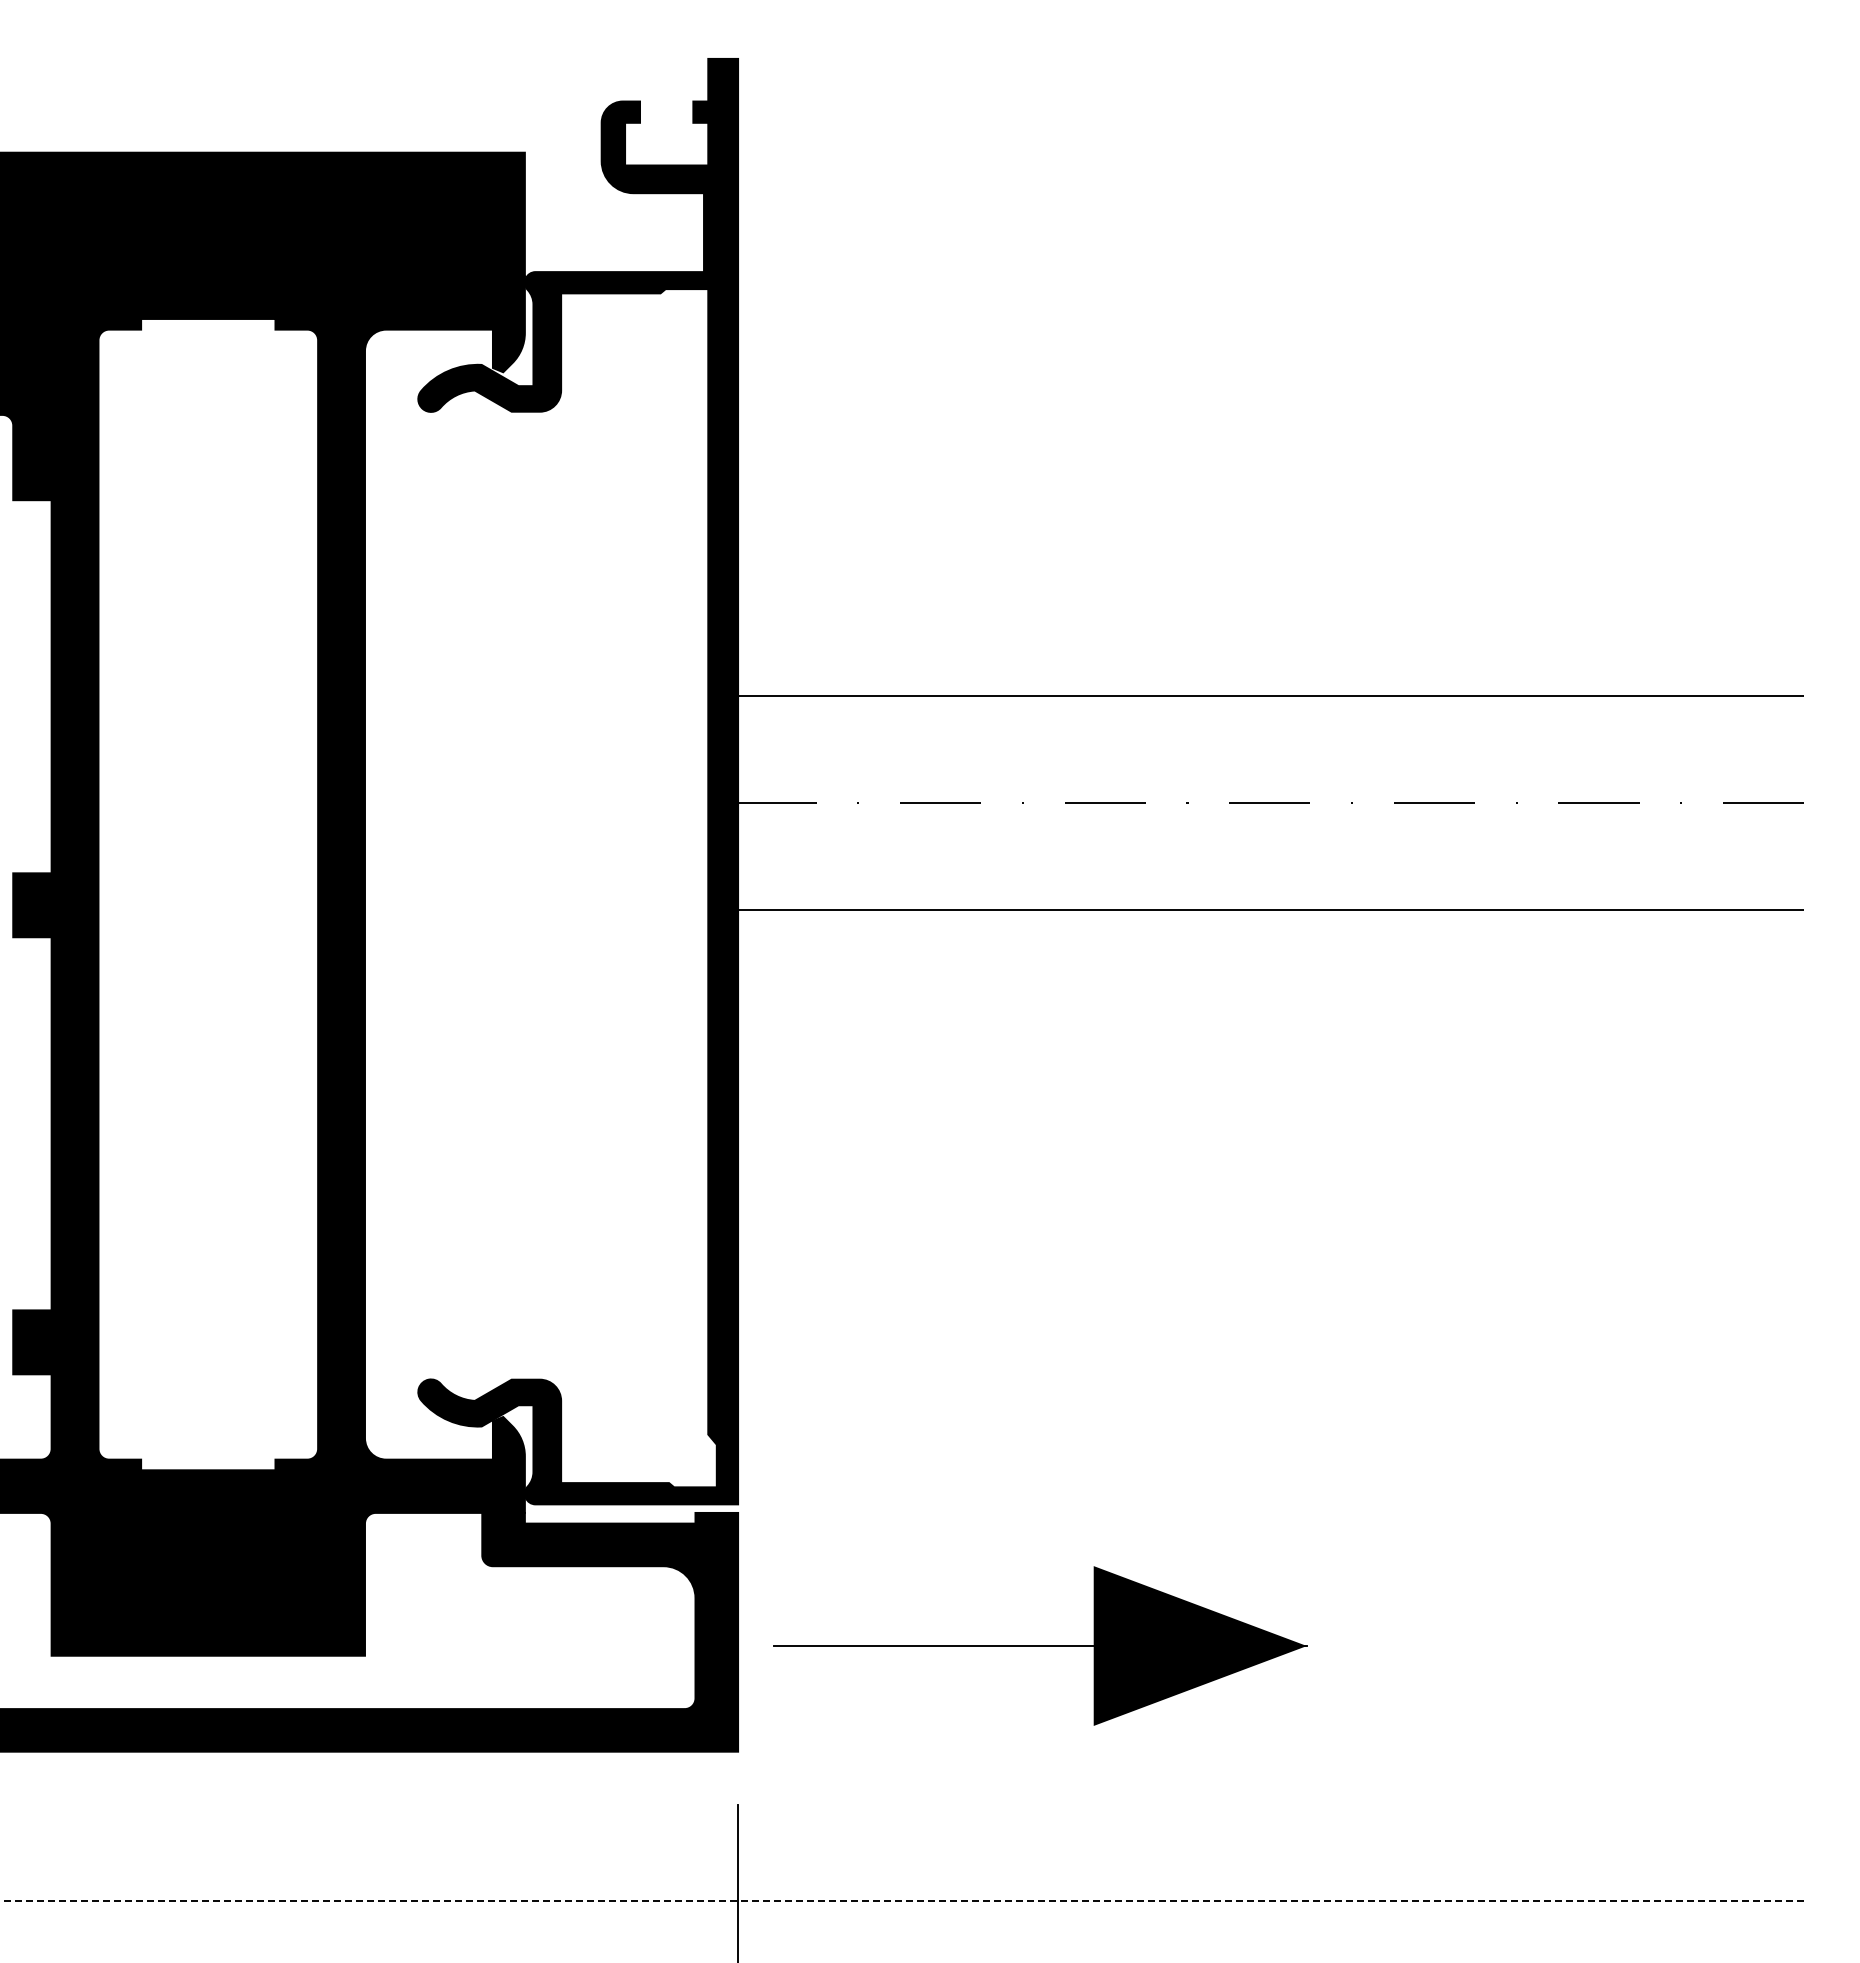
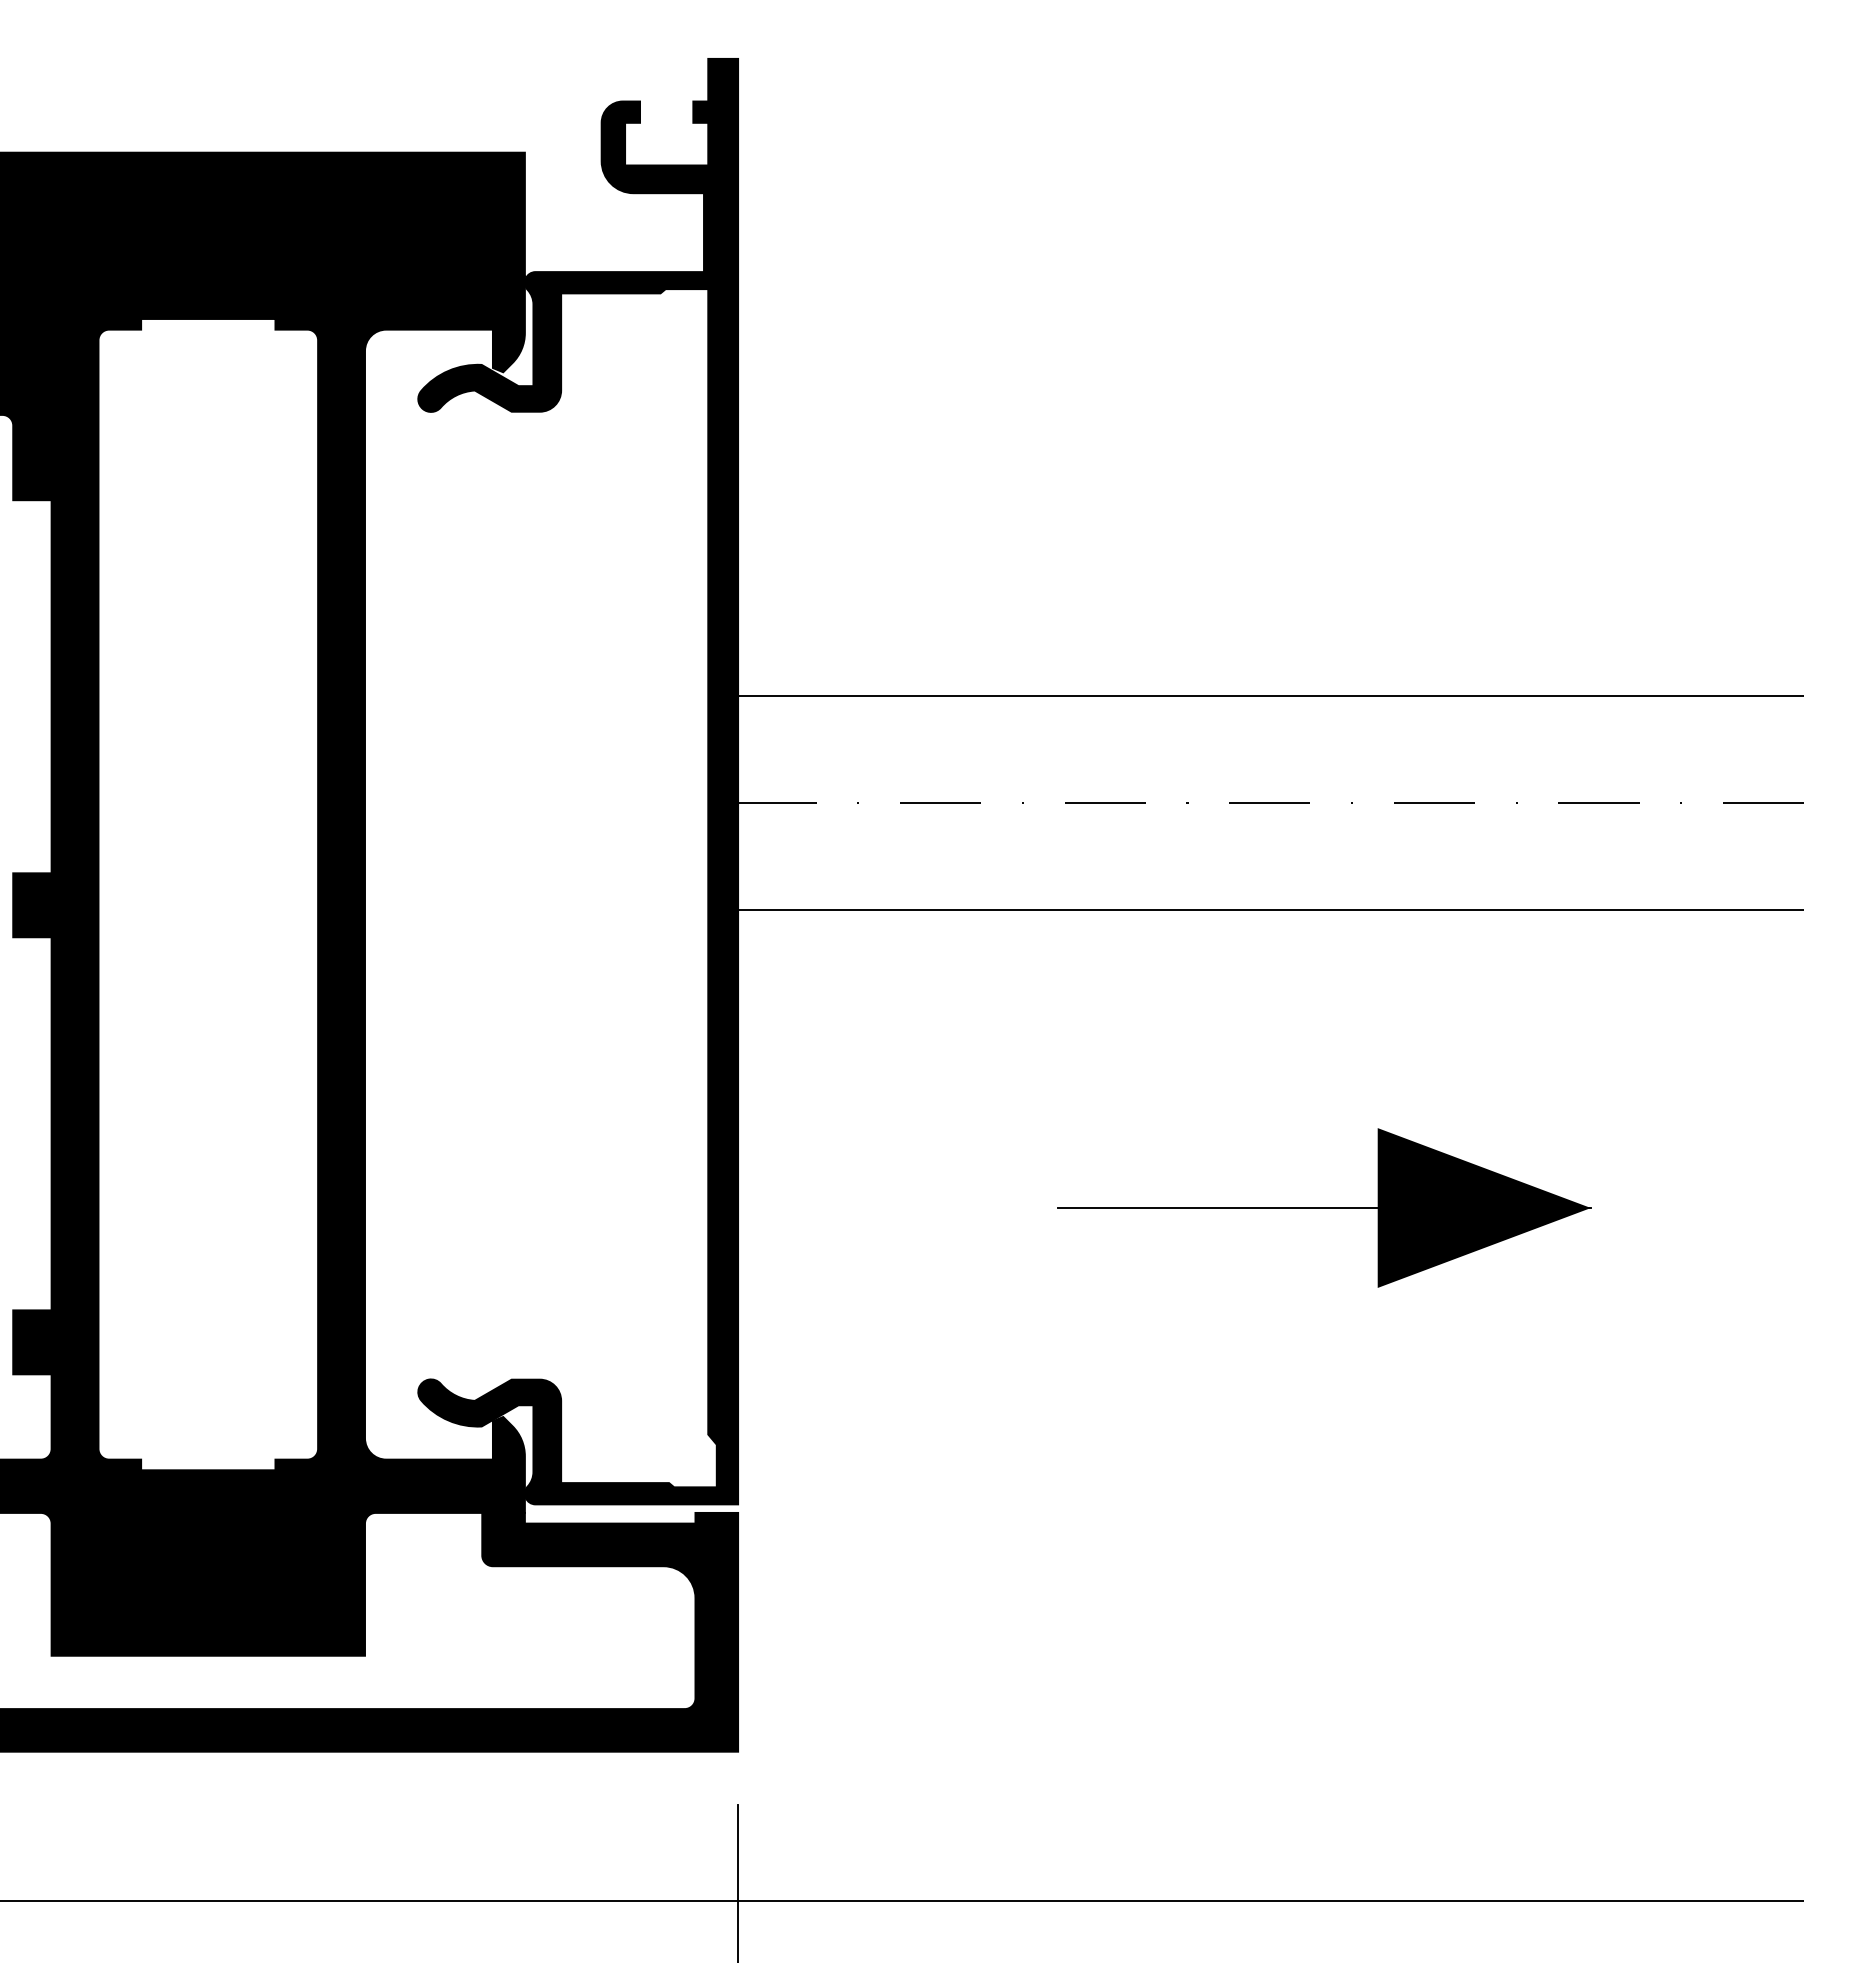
part at (1040, 1645) position: (1040, 1645) -> (1324, 1207)
line at (902, 1900): dashed -> solid
